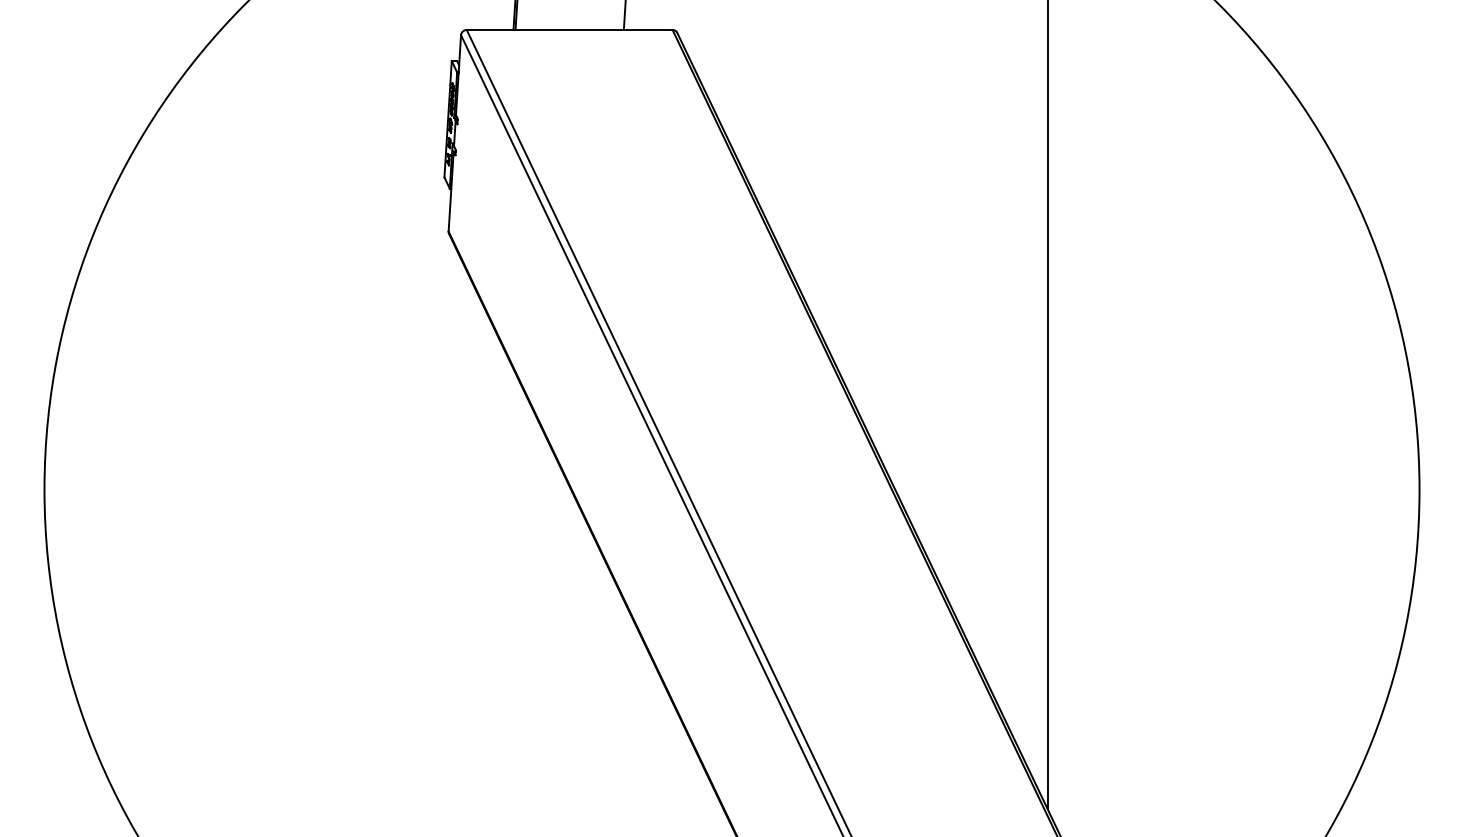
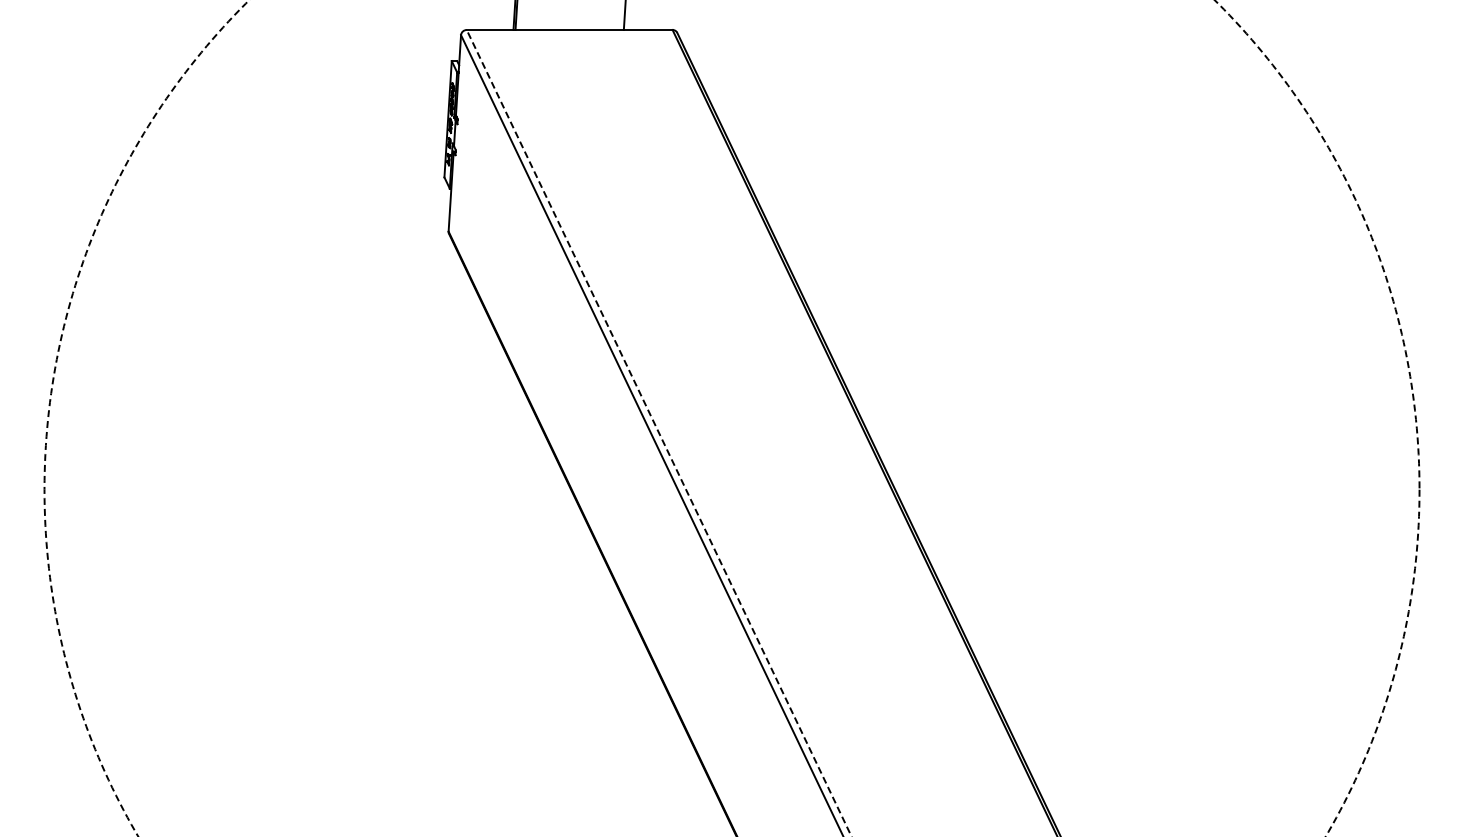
line at (1047, 405): present -> none
circle at (731, 418): solid -> dashed
line at (659, 433): solid -> dashed
